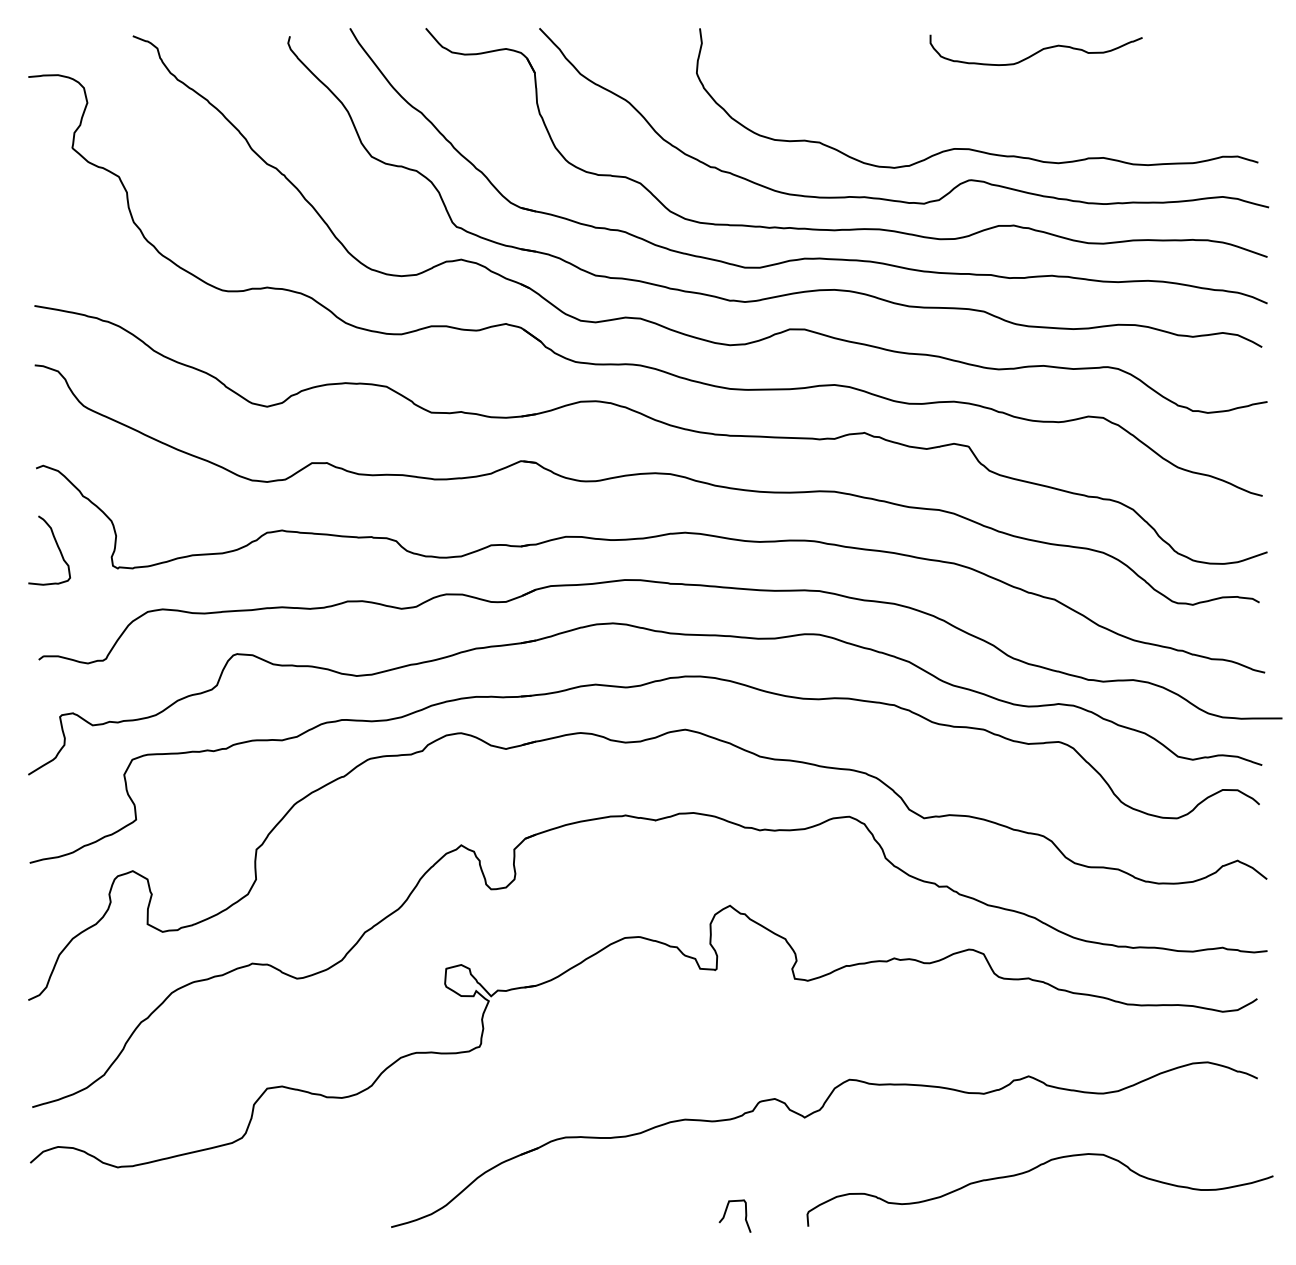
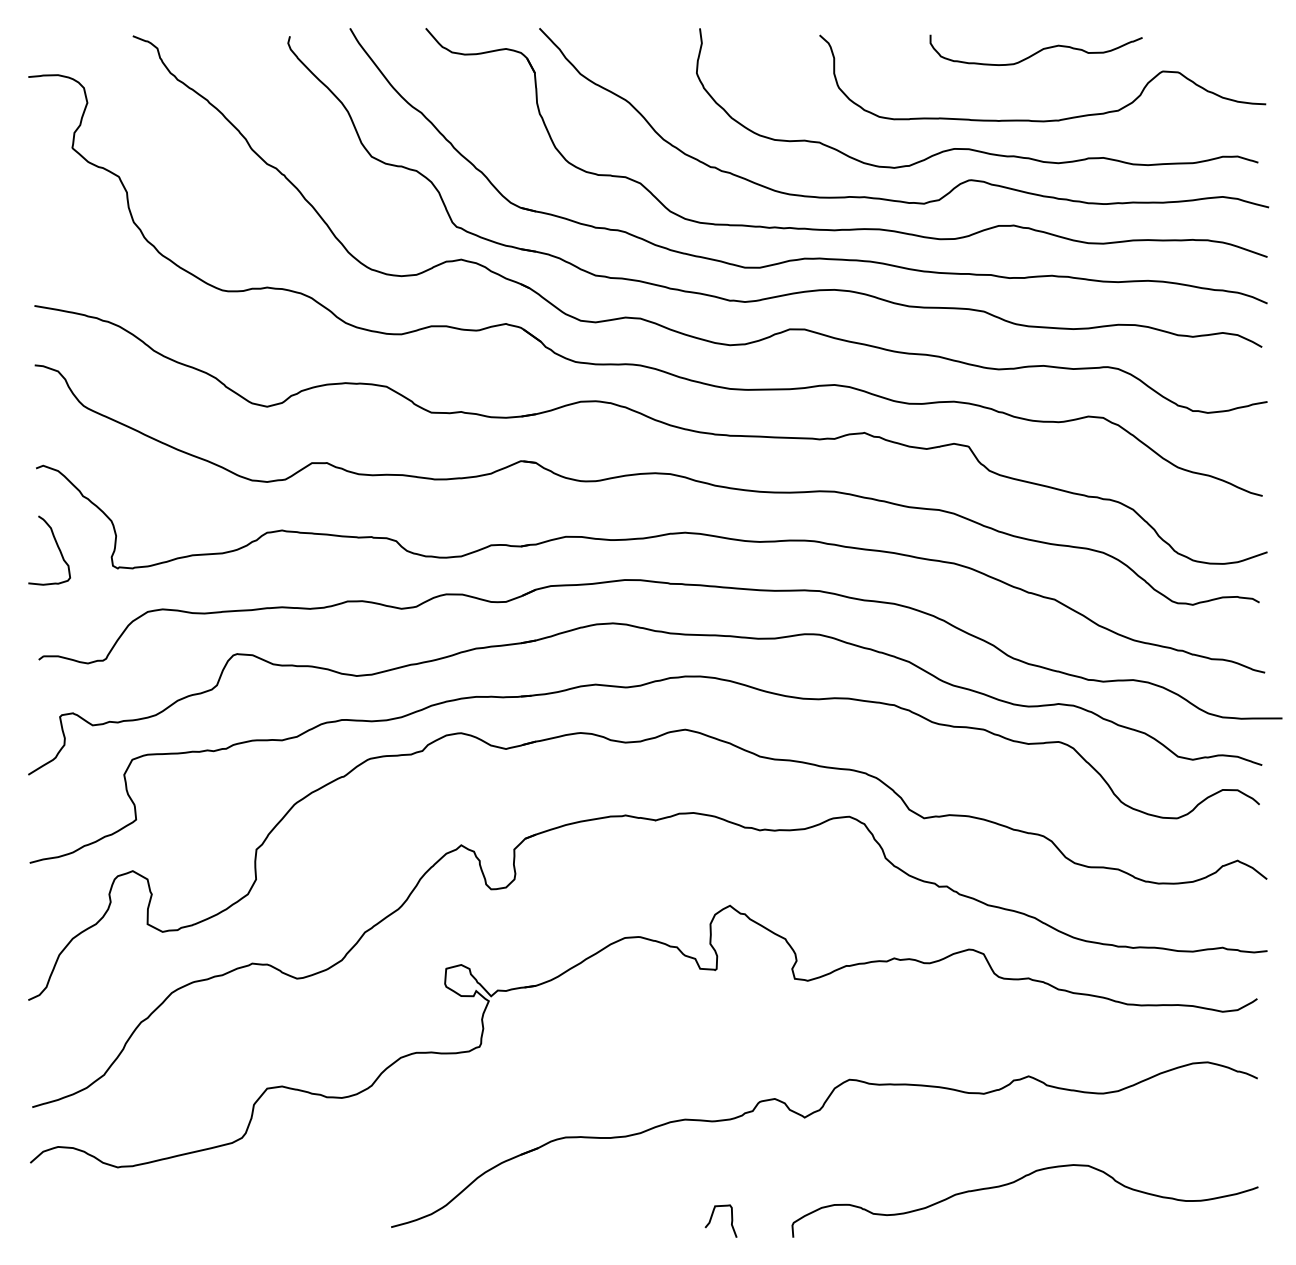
curve at (1042, 120): none -> present
curve at (1030, 1171) position: (1030, 1171) -> (1015, 1182)
curve at (726, 1212) position: (726, 1212) -> (712, 1217)
